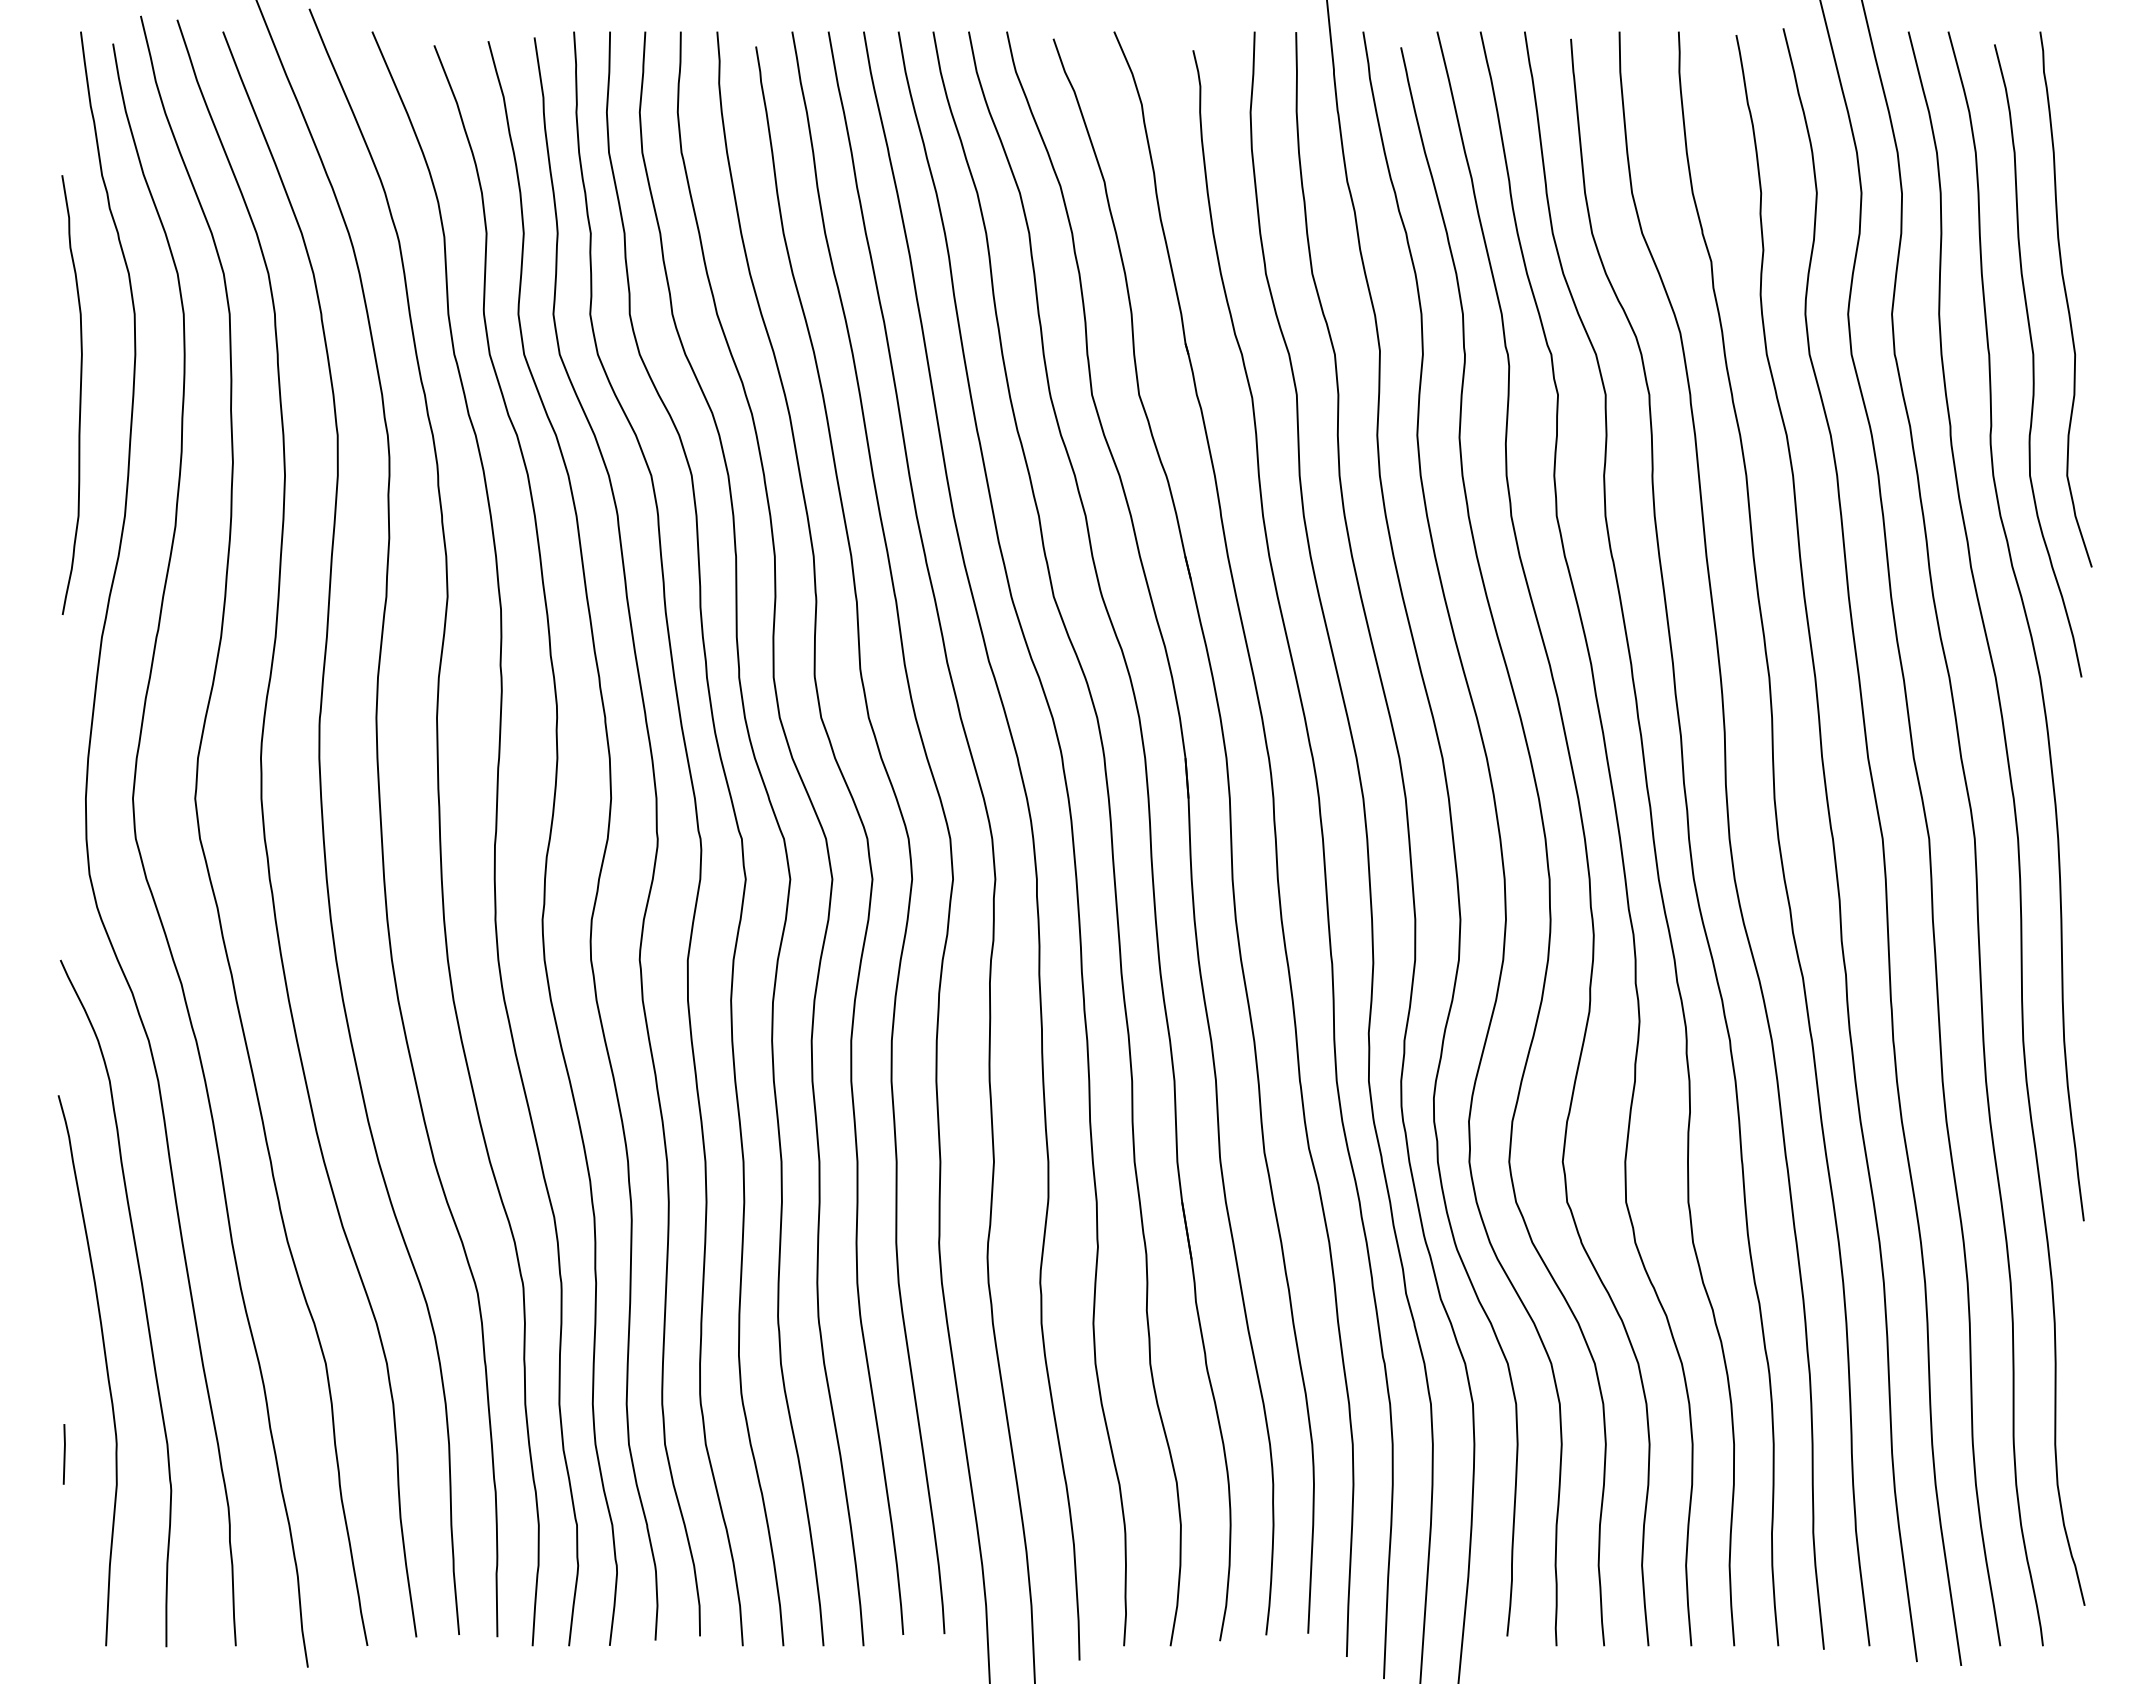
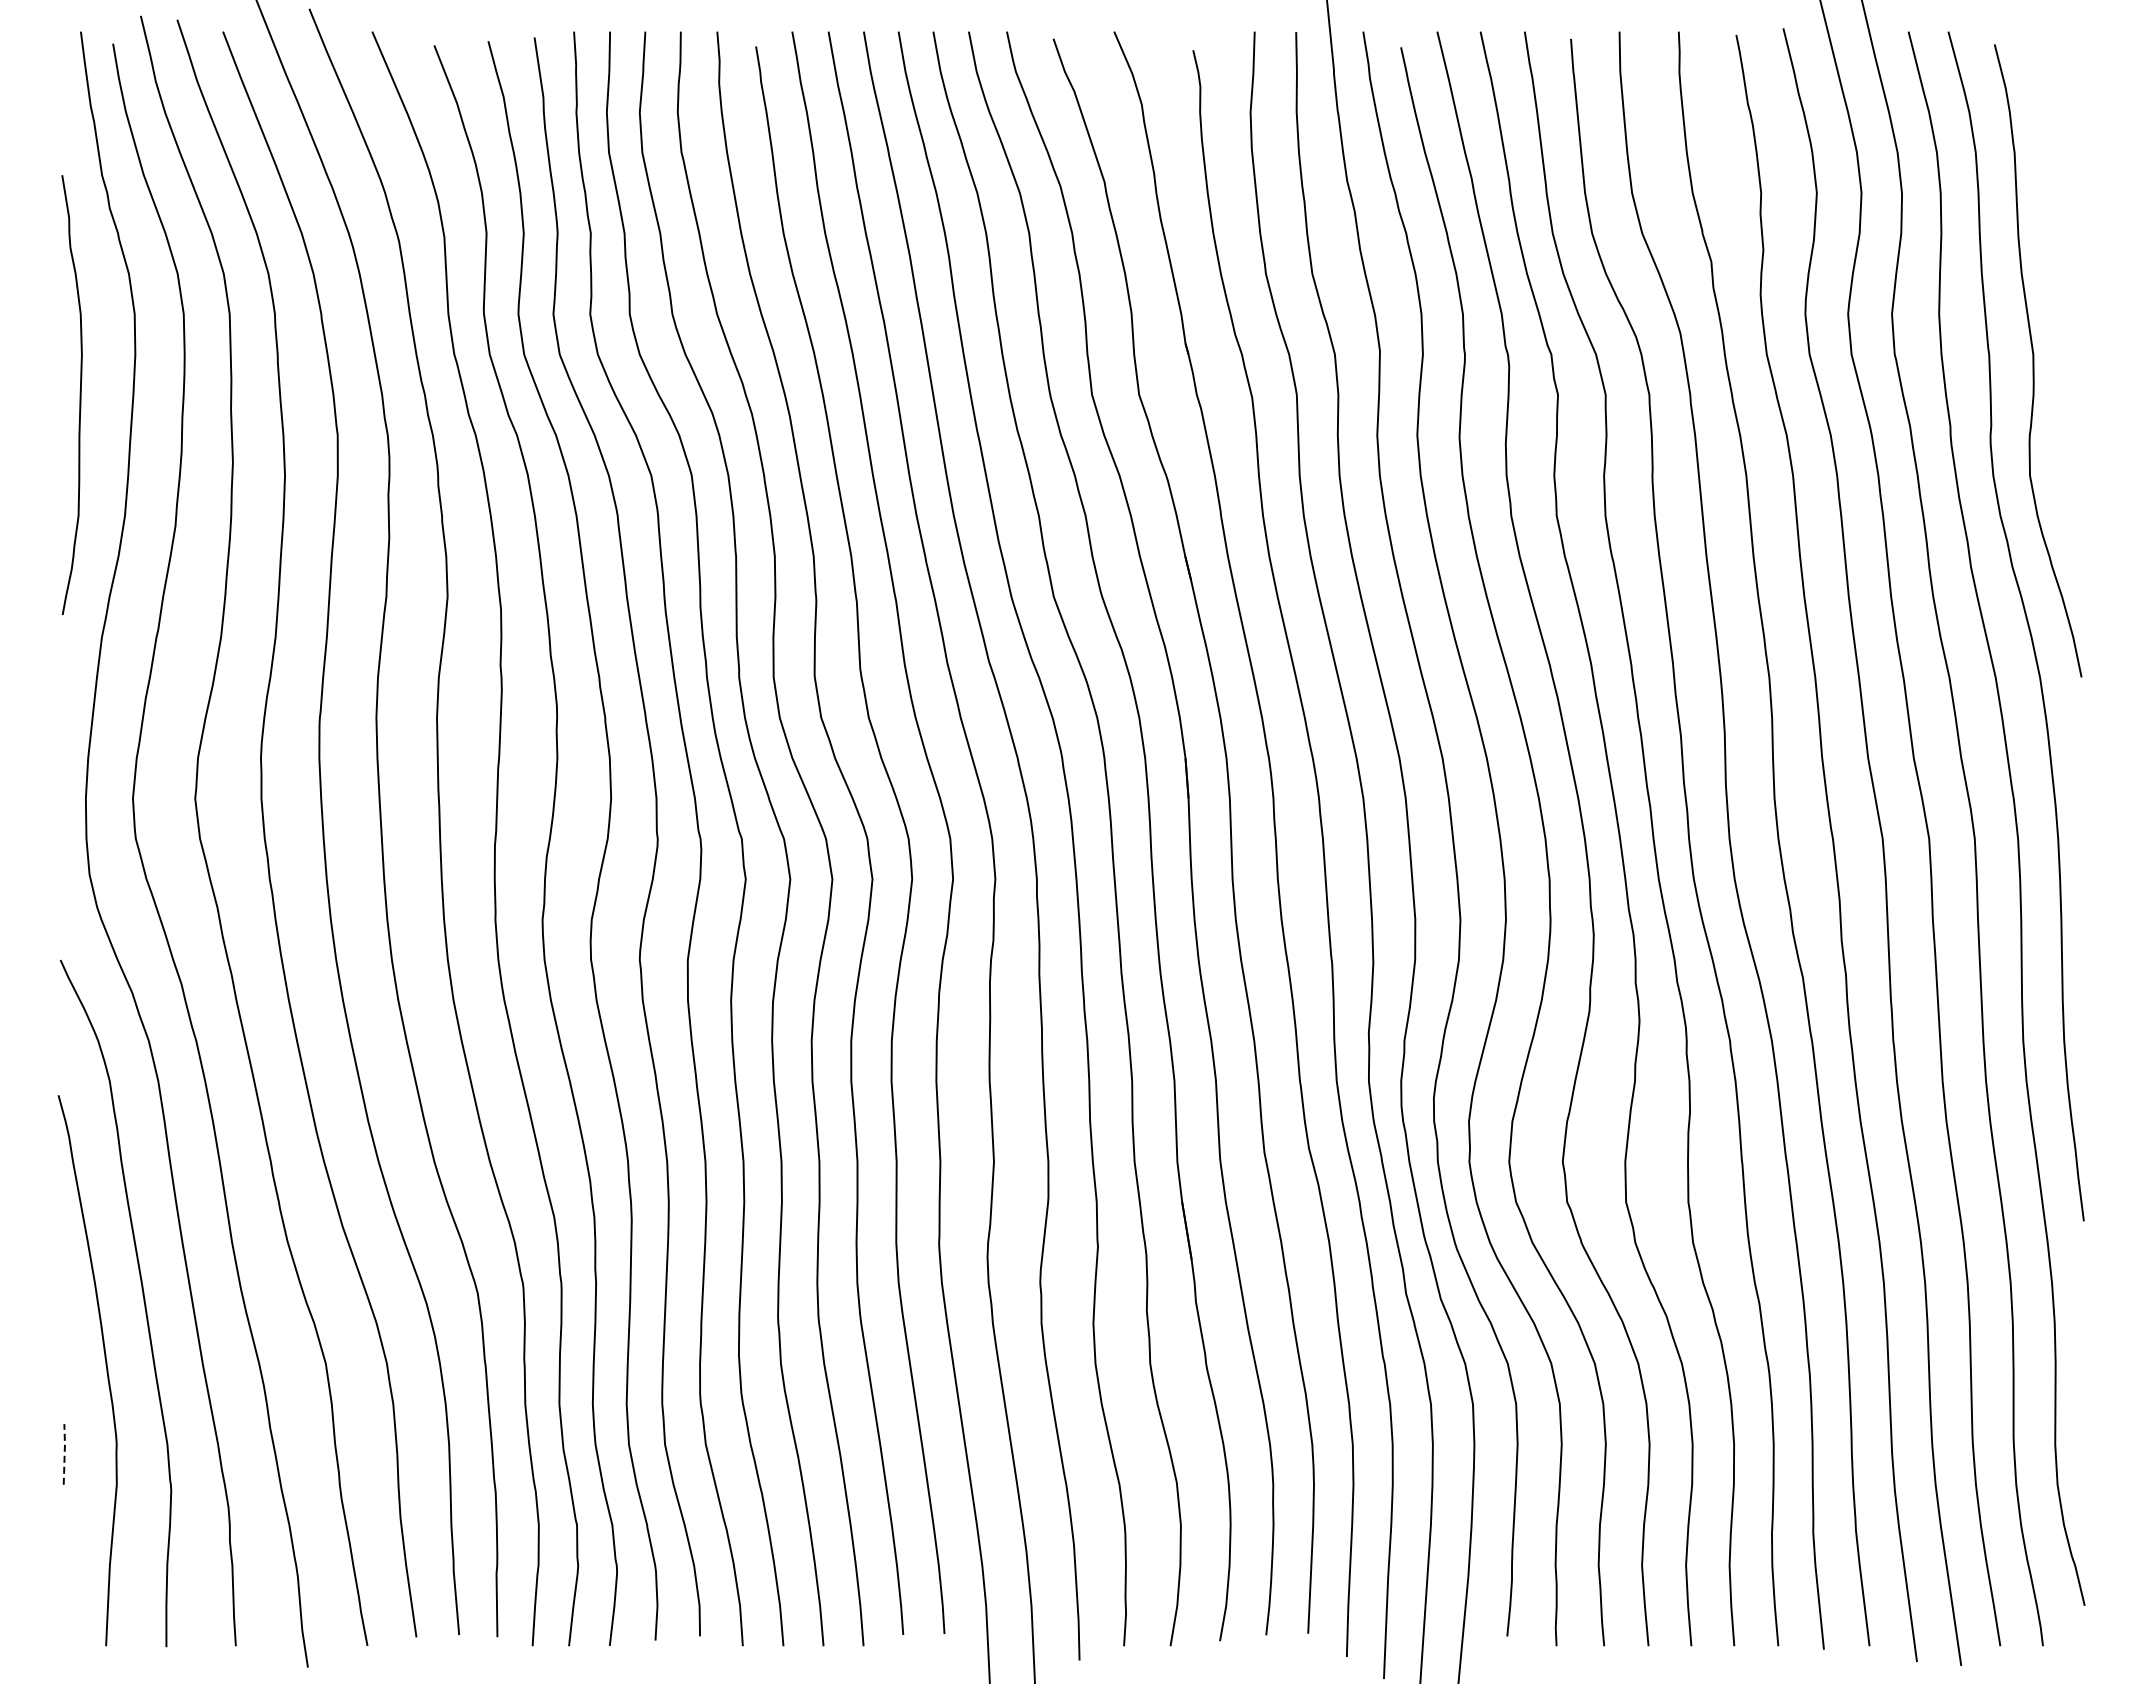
curve at (2065, 299): present -> none
line at (64, 1453): solid -> dashed
